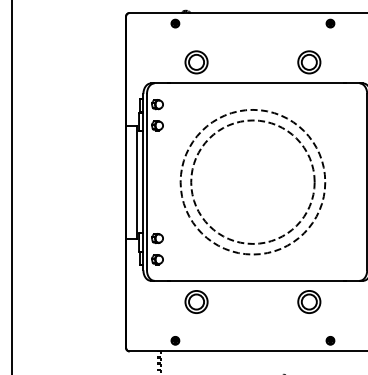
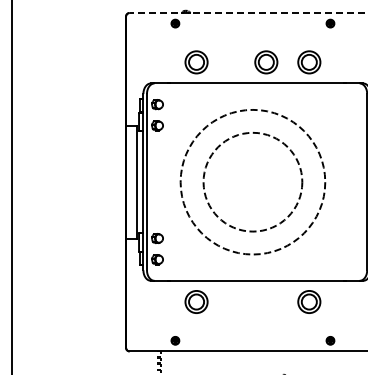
line at (248, 13): solid -> dashed
part at (266, 62): none -> present
circle at (252, 181) diameter: 123 px -> 99 px
